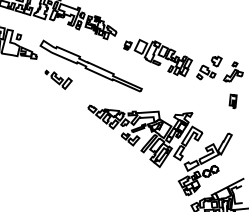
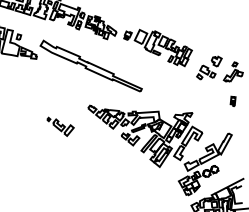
part at (157, 57) position: (157, 57) -> (157, 47)
part at (58, 79) position: (58, 79) -> (60, 126)
part at (232, 101) size: 10x17 px -> 8x12 px
